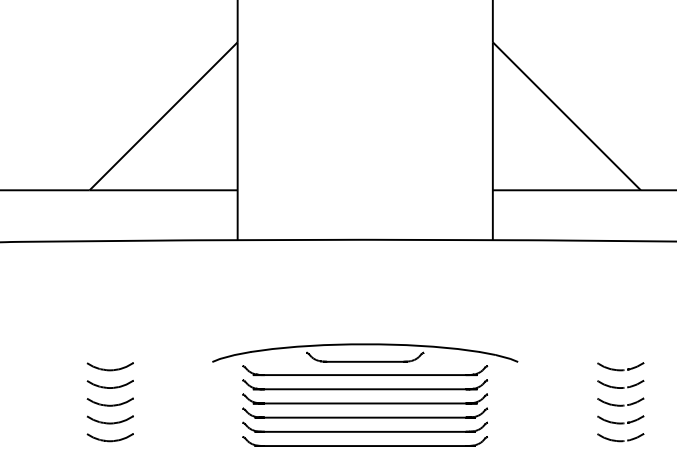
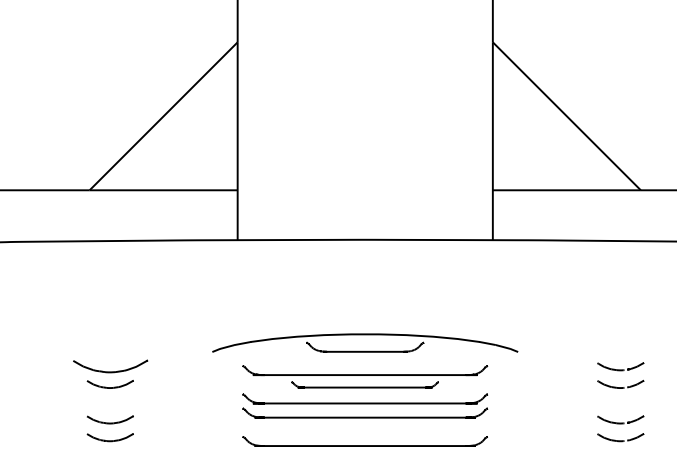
part at (365, 345) position: (365, 345) -> (365, 335)
part at (109, 366) size: 48x10 px -> 76x15 px
part at (364, 384) size: 246x12 px -> 148x8 px
part at (109, 401): present -> none
part at (620, 401): present -> none
part at (364, 426): present -> none
